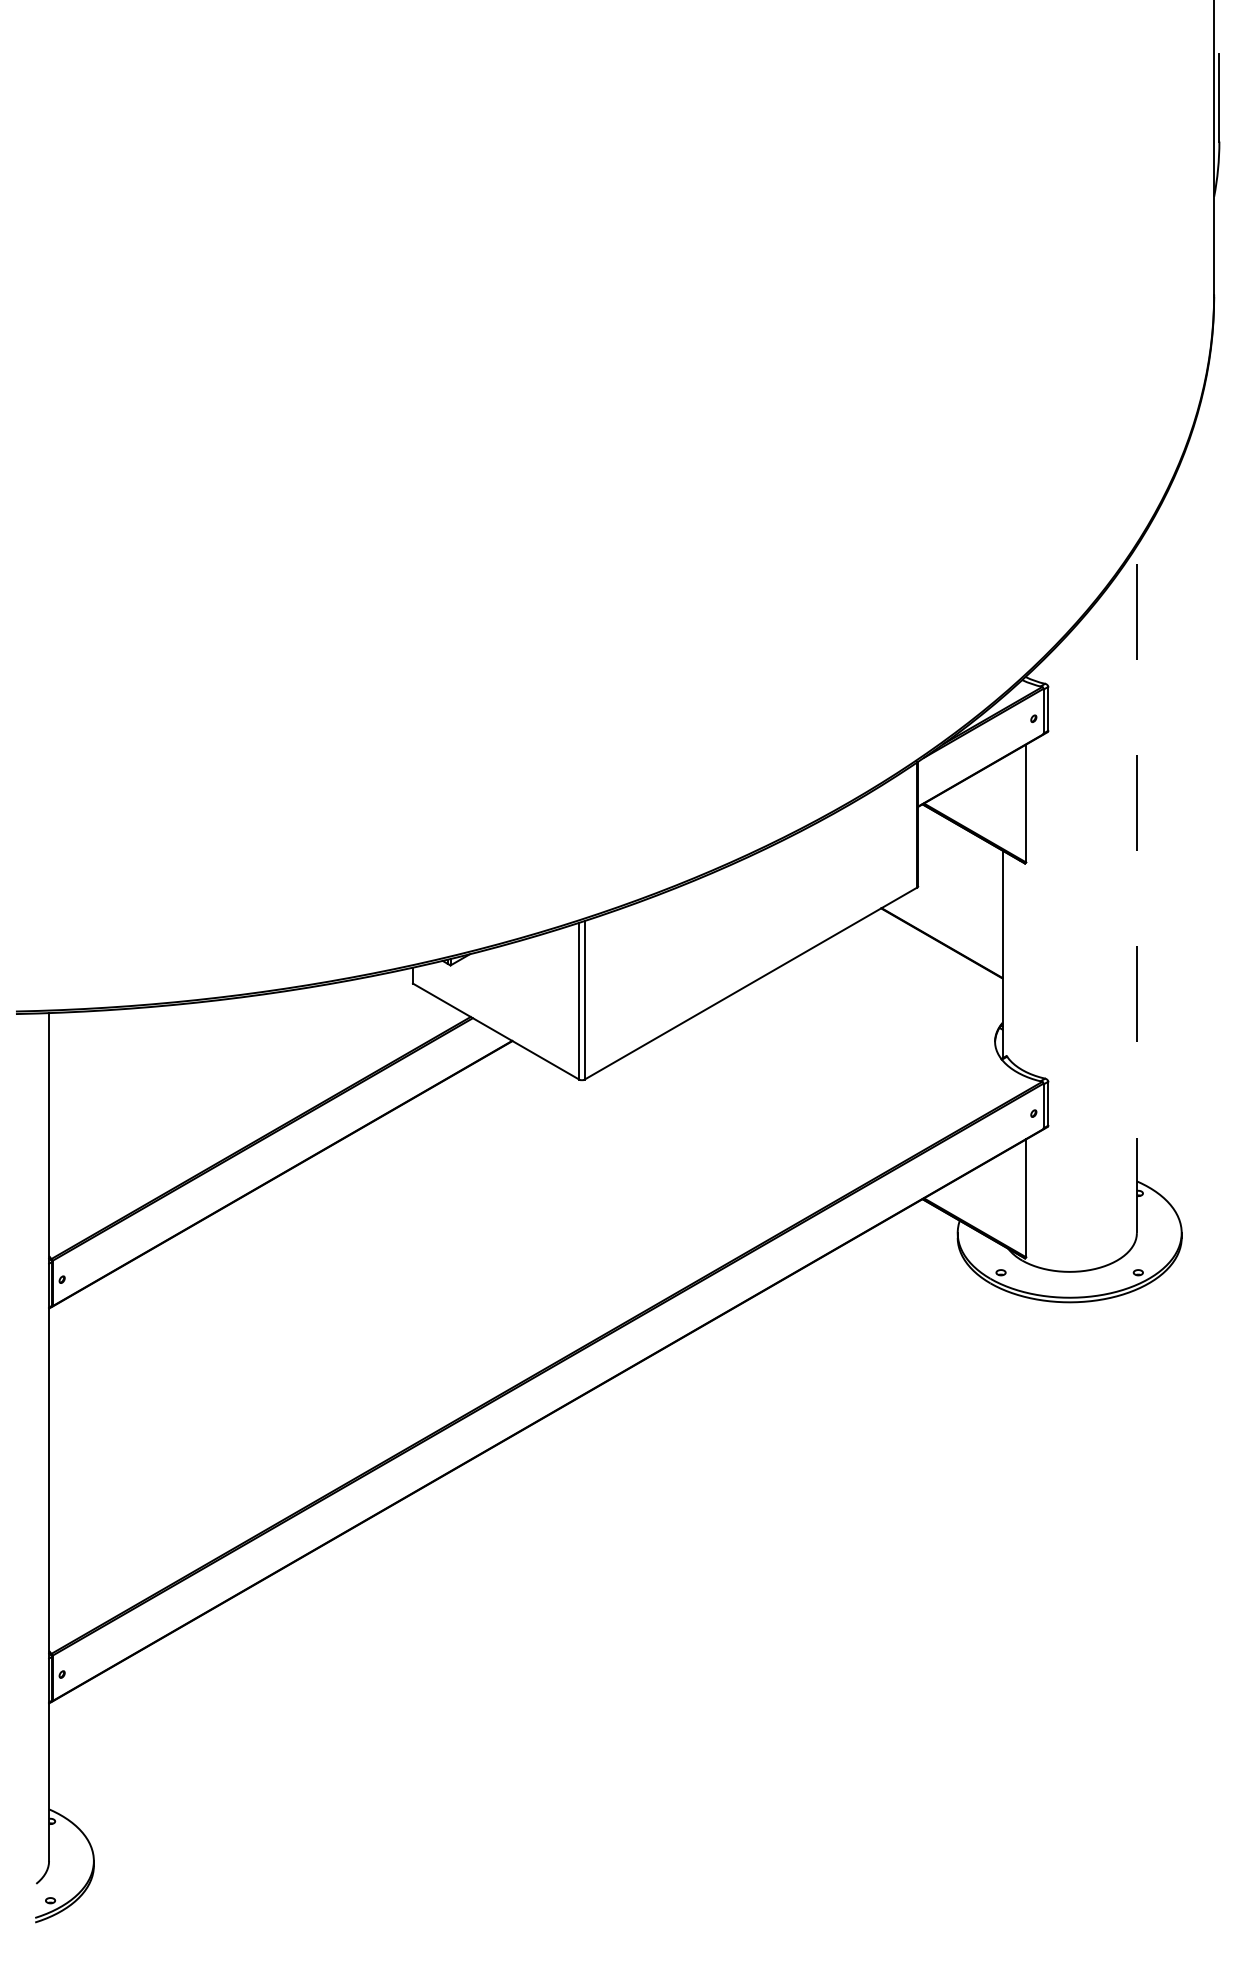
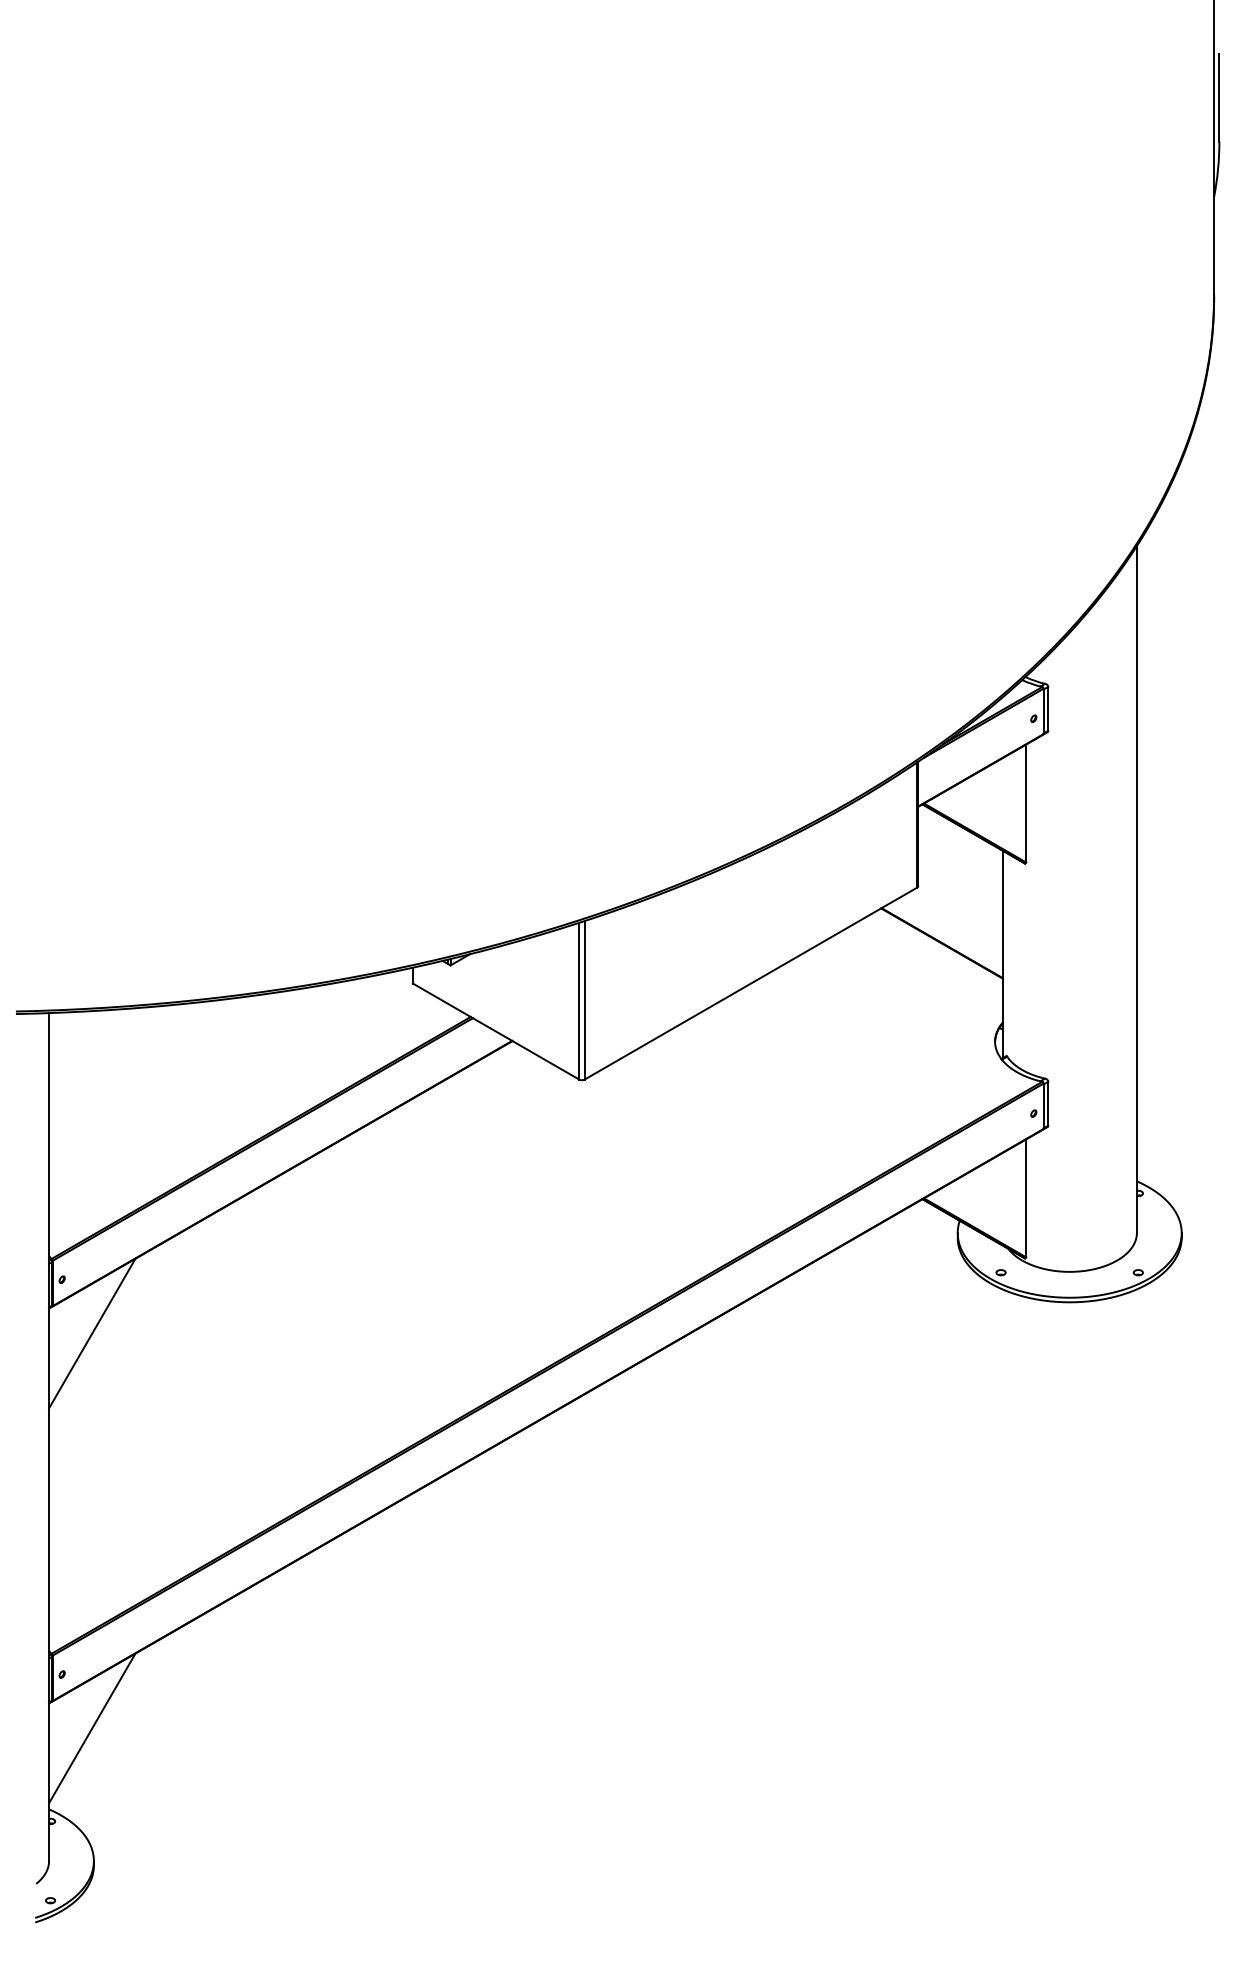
line at (1136, 889): dashed -> solid
line at (92, 1333): none -> present
line at (92, 1728): none -> present
